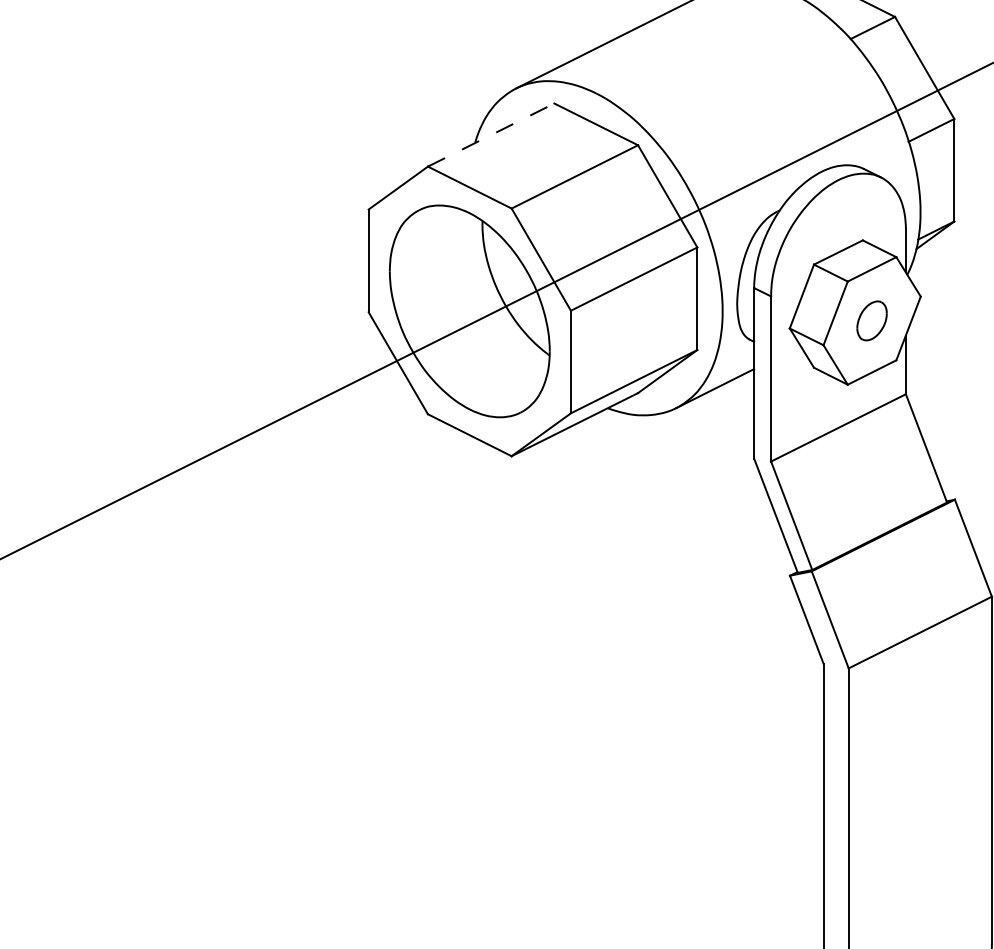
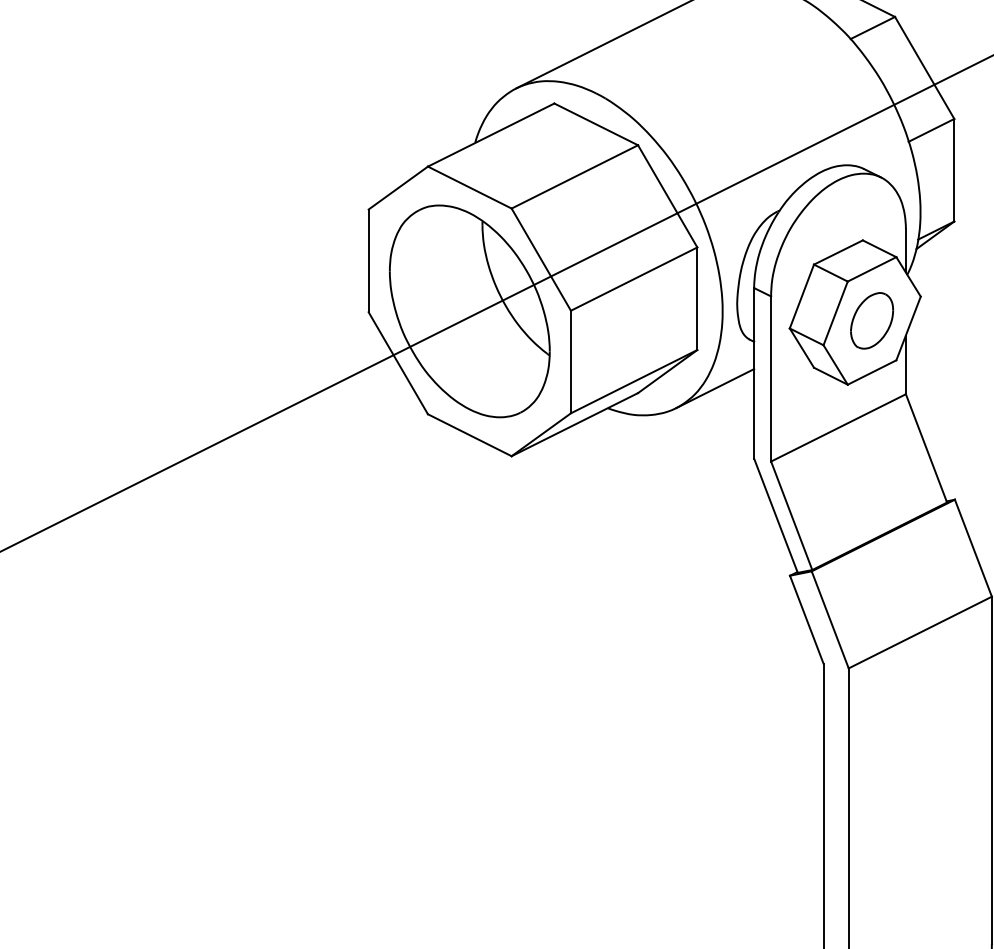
line at (491, 135): dashed -> solid
line at (496, 311) position: (496, 311) -> (496, 303)
part at (871, 320) size: 32x42 px -> 44x58 px
